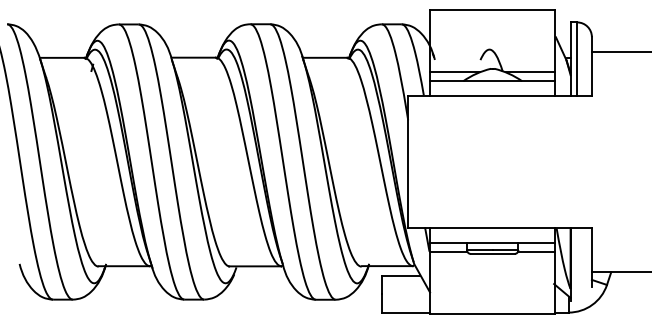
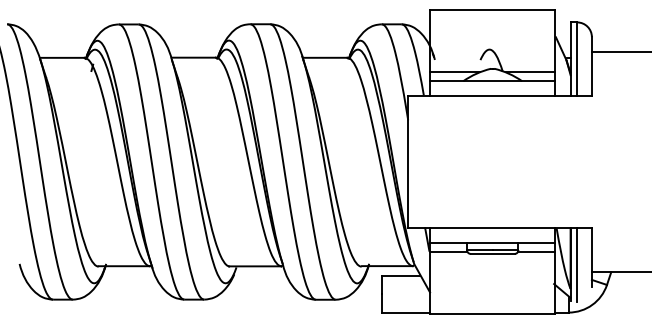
line at (577, 264): none -> present
